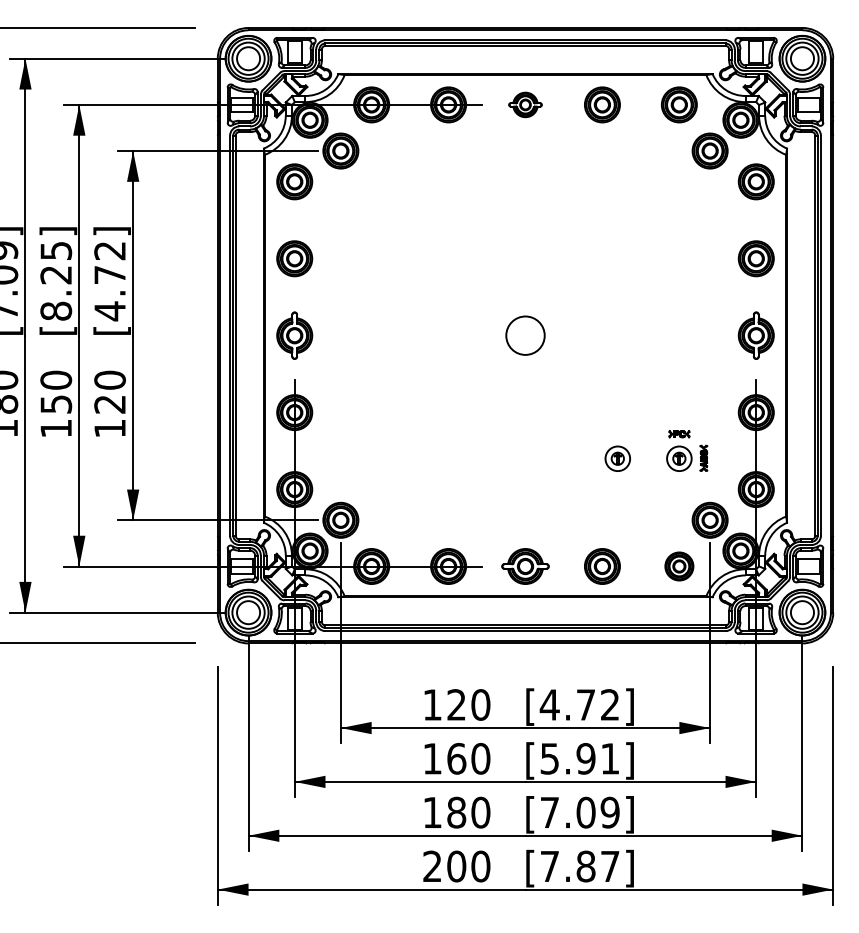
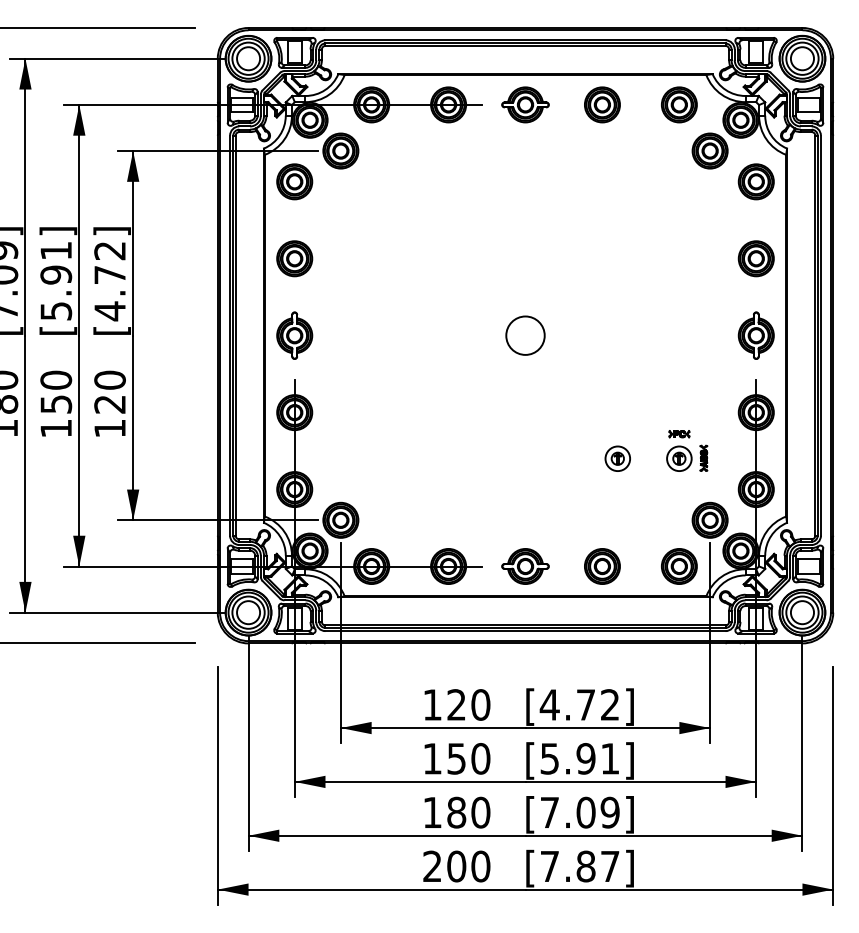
part at (525, 104) size: 35x28 px -> 49x38 px
text at (56, 281): [8.25] -> [5.91]
part at (679, 566) size: 31x31 px -> 37x37 px
text at (456, 758): 160 -> 150
